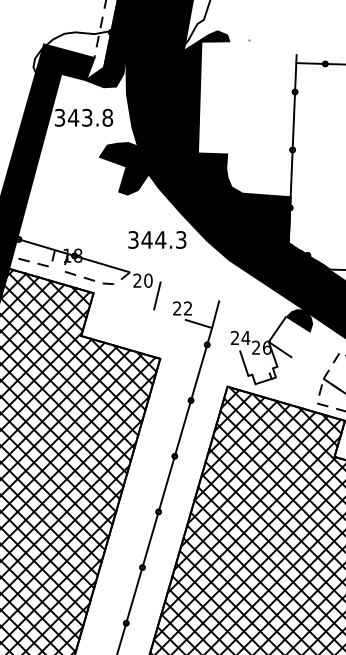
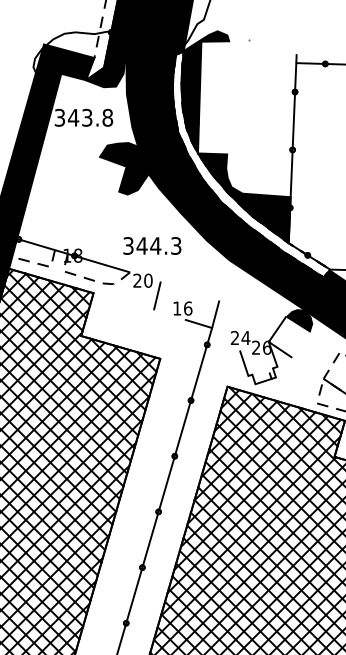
fill at (251, 164): present -> none
text at (157, 239) position: (157, 239) -> (152, 245)
text at (182, 308): 22 -> 16
